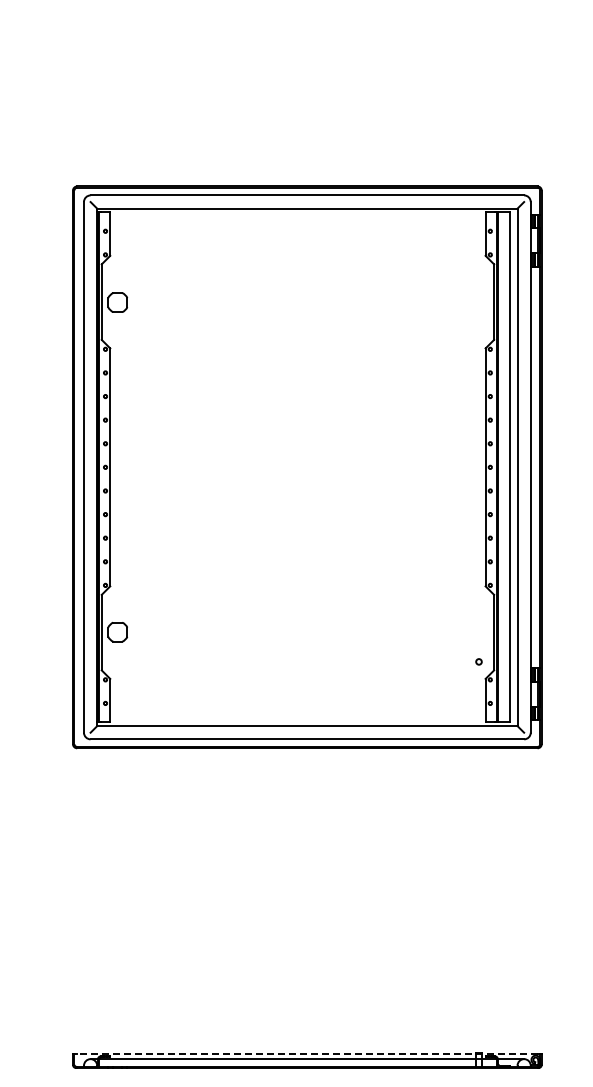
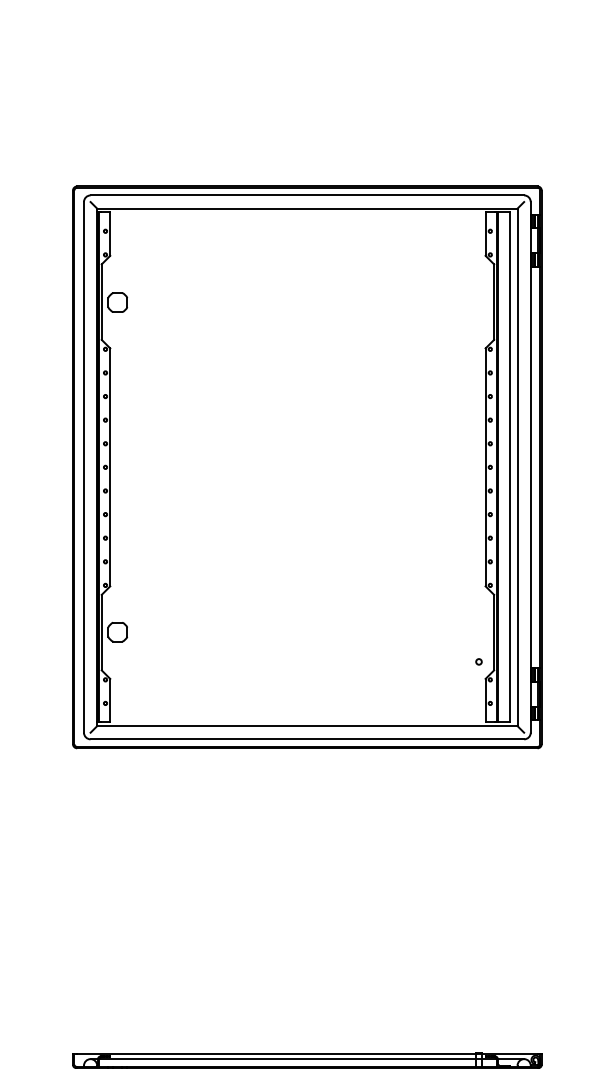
line at (306, 1054): dashed -> solid
